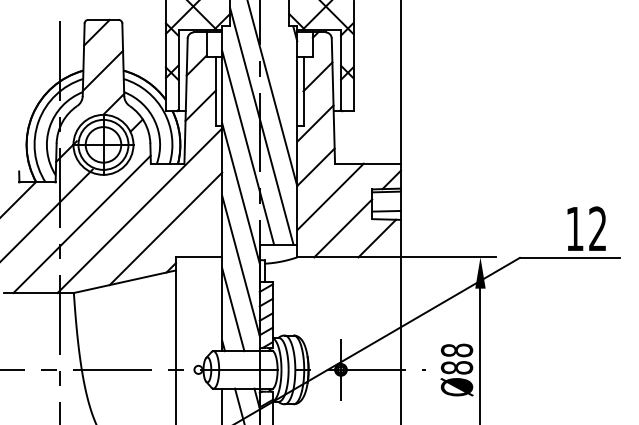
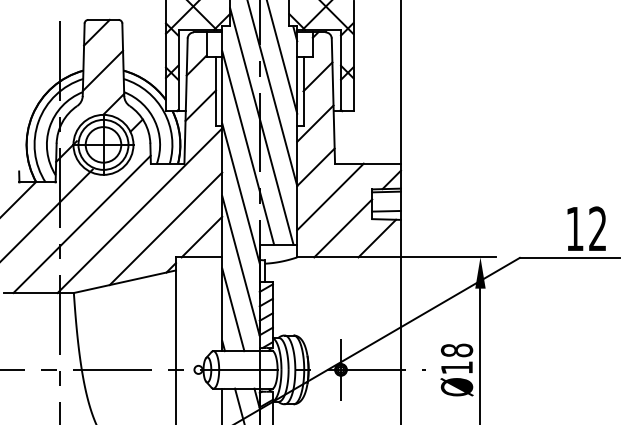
line at (282, 57): none -> present
line at (201, 236): none -> present
text at (456, 367): Ø88 -> Ø18
